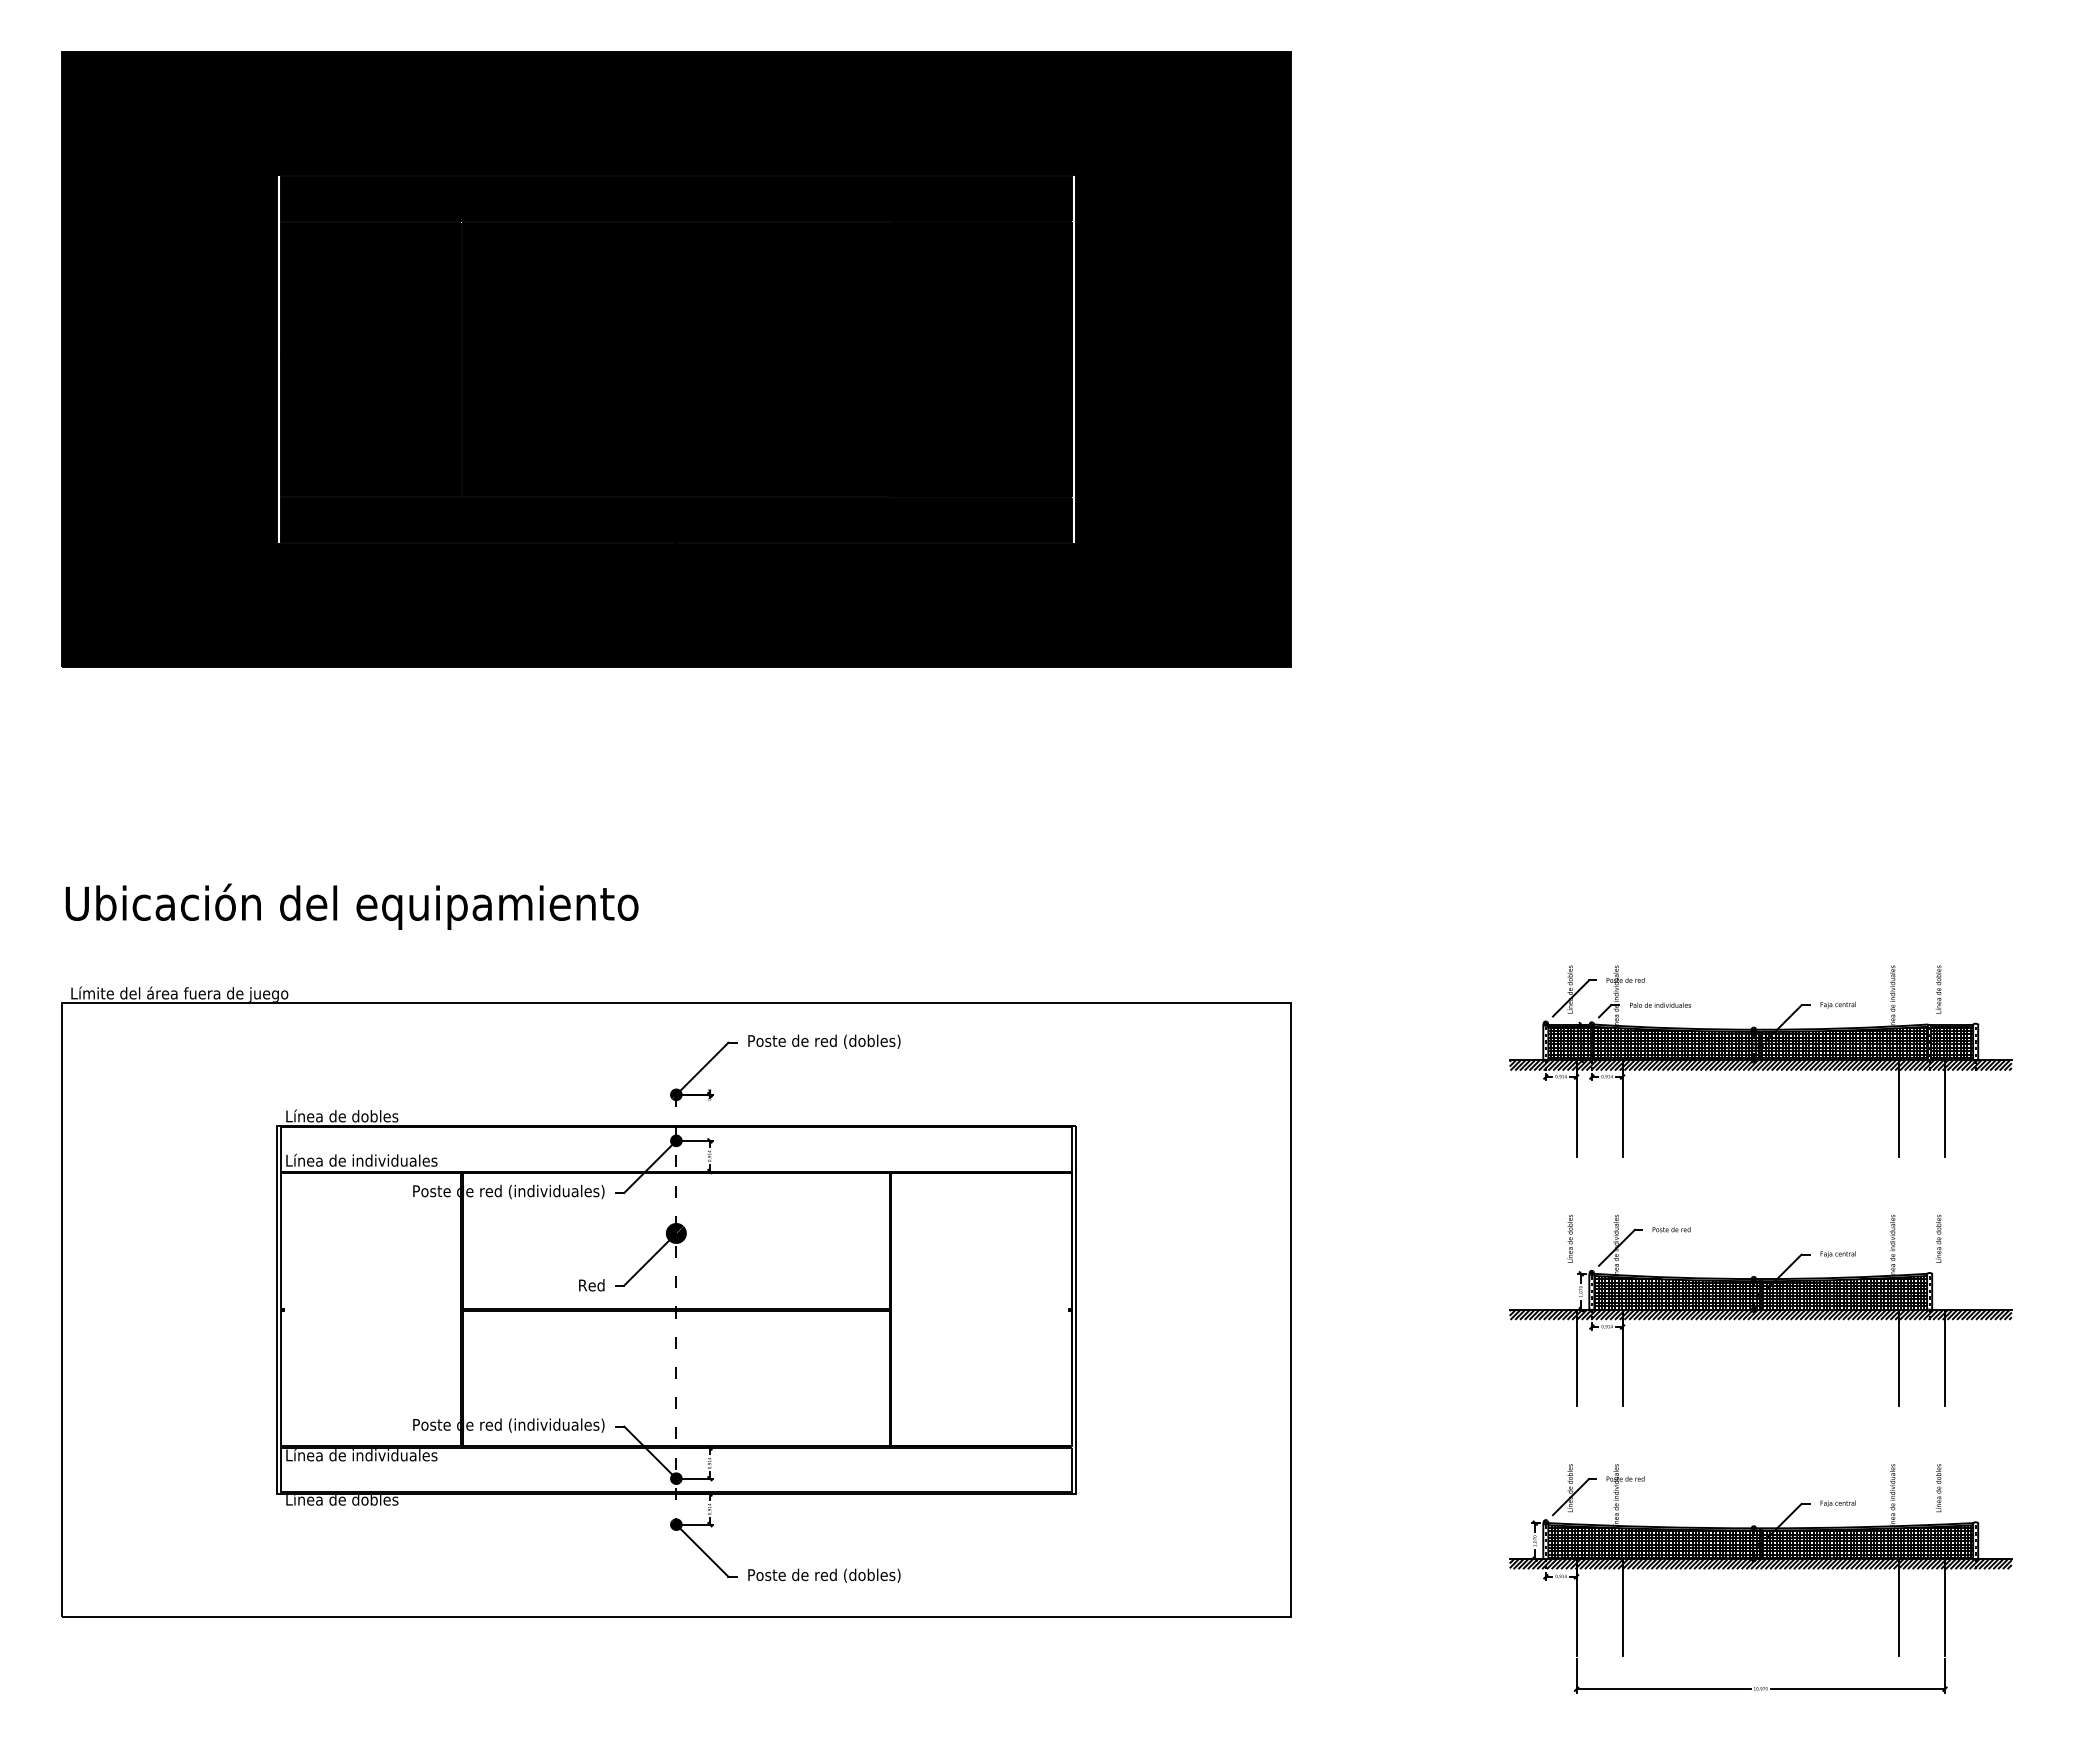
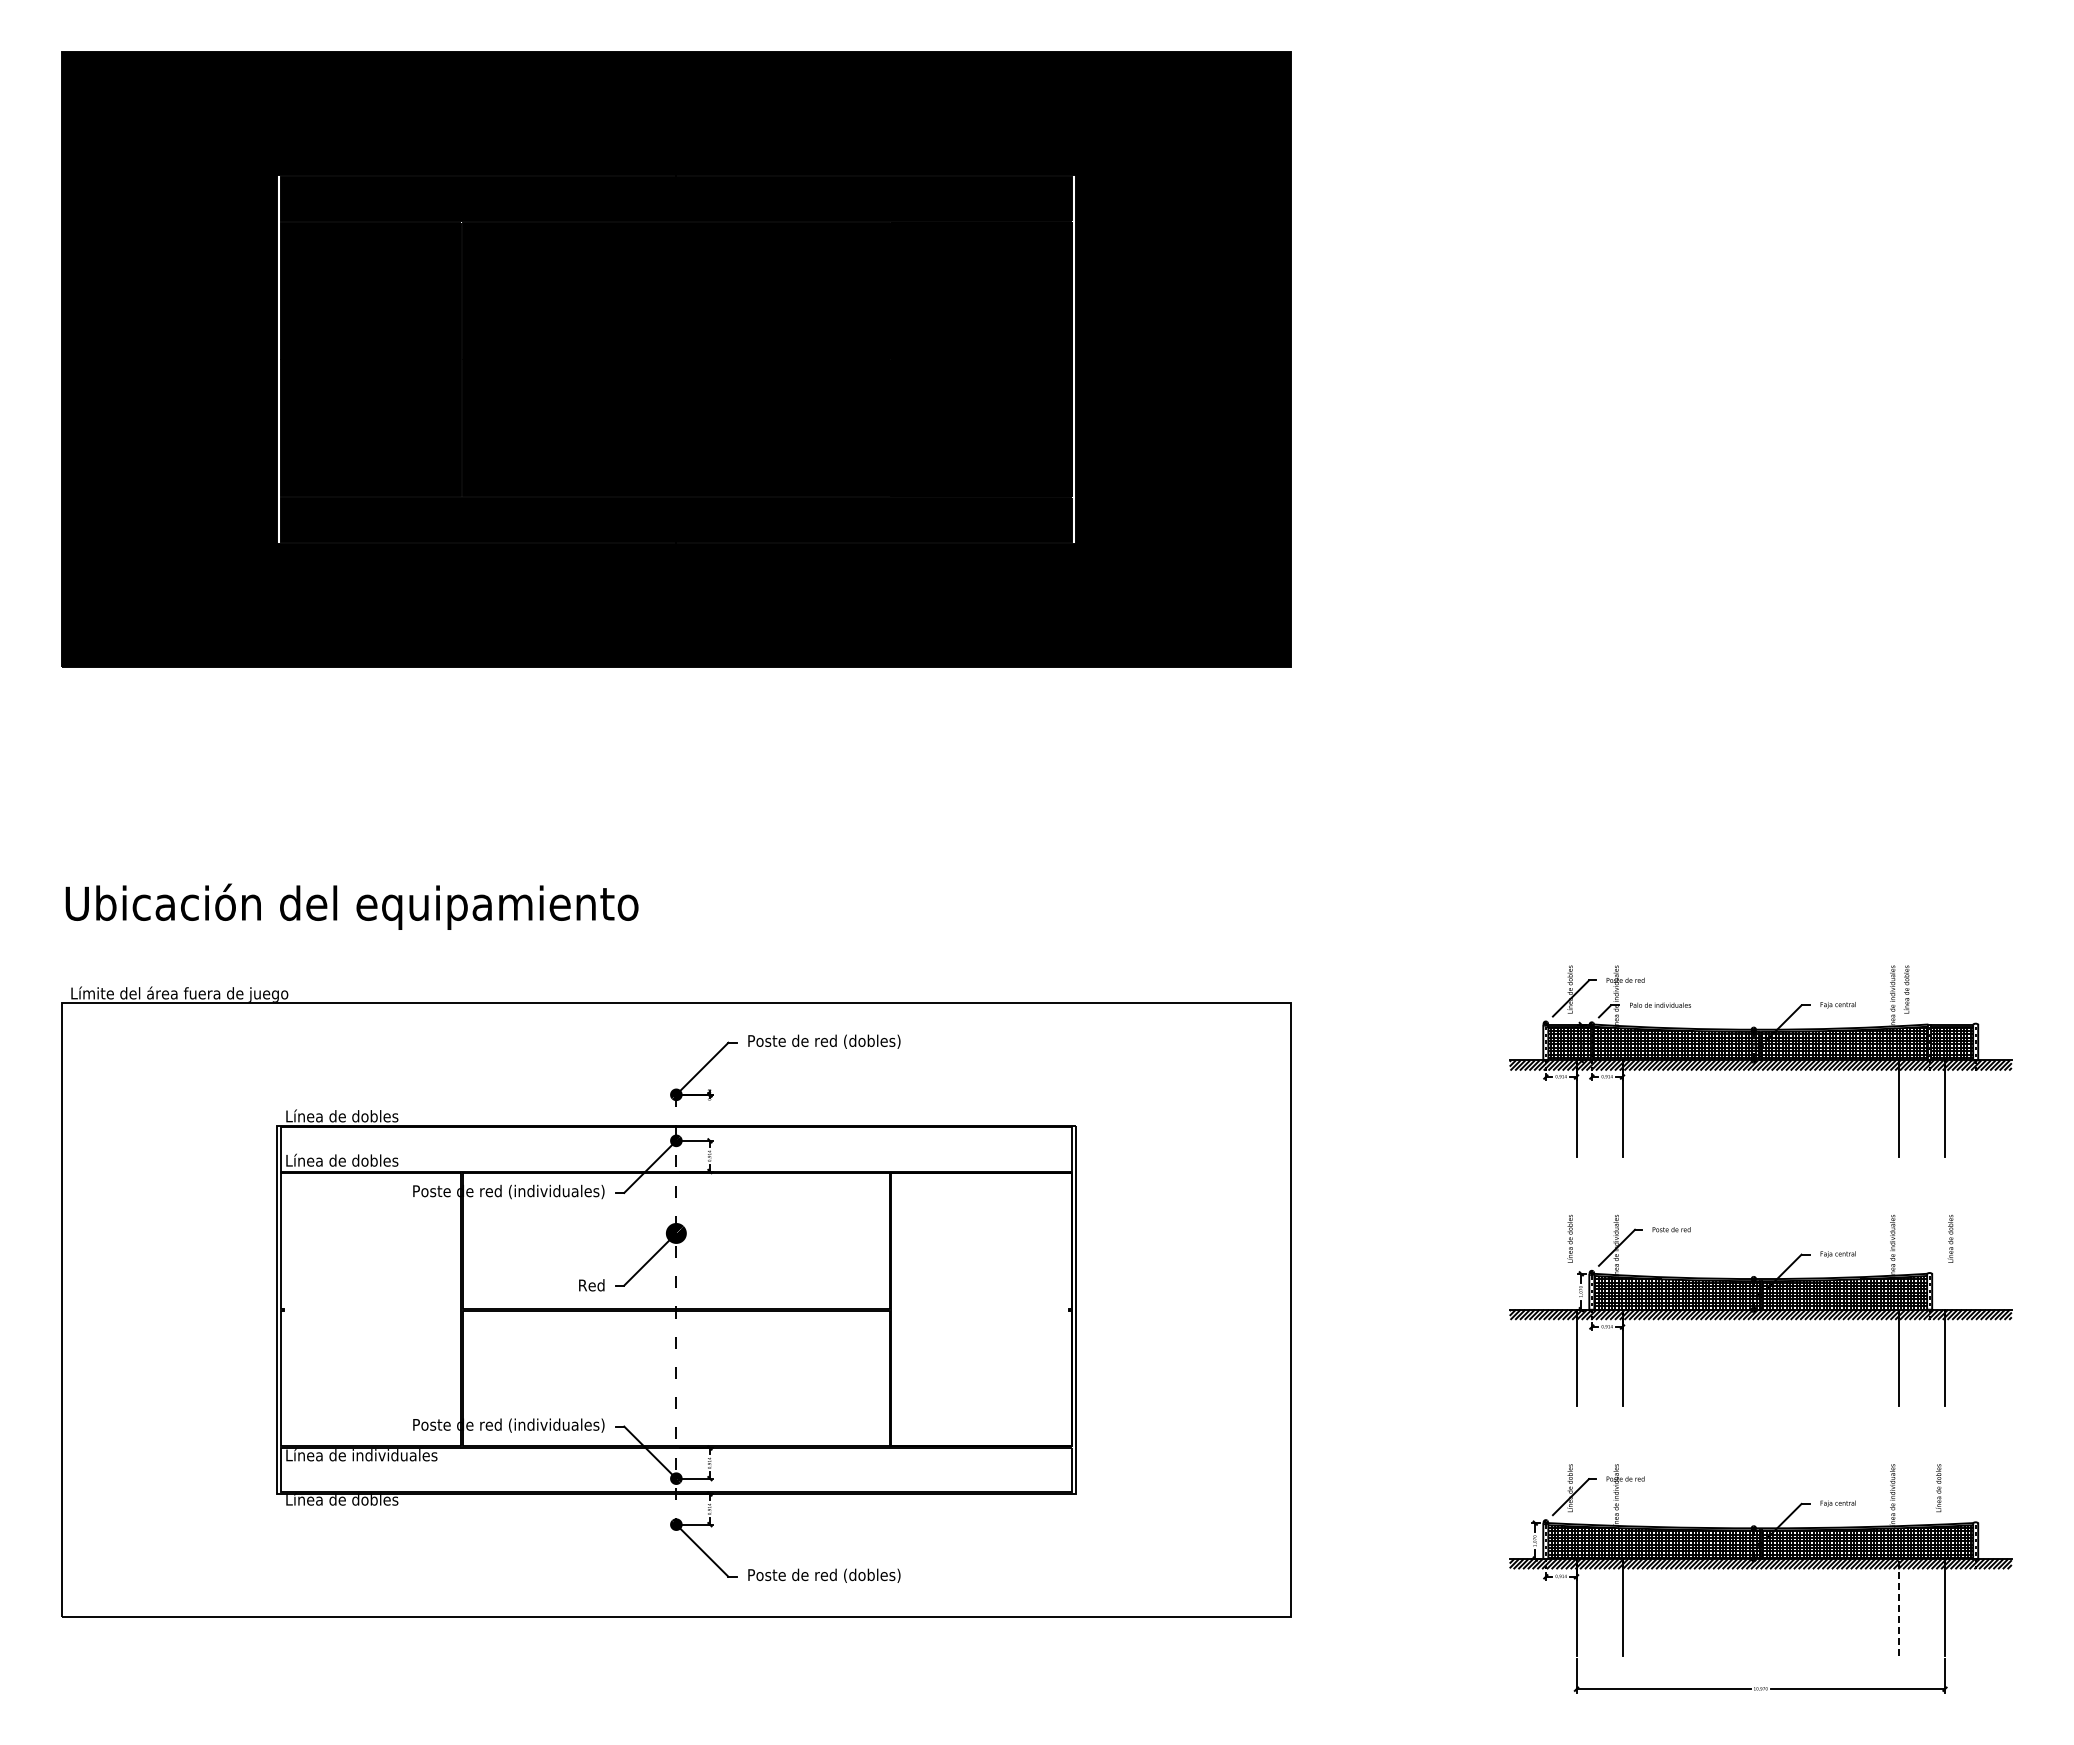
text at (1938, 989) position: (1938, 989) -> (1906, 989)
text at (394, 1160): Línea de individuales -> Línea de dobles
text at (1938, 1238) position: (1938, 1238) -> (1950, 1238)
line at (1898, 1606): solid -> dashed
